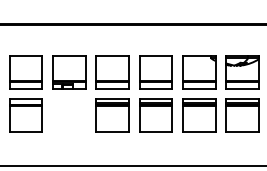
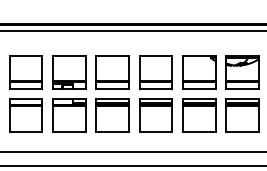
line at (132, 30): none -> present
part at (69, 115): none -> present
line at (132, 151): none -> present
